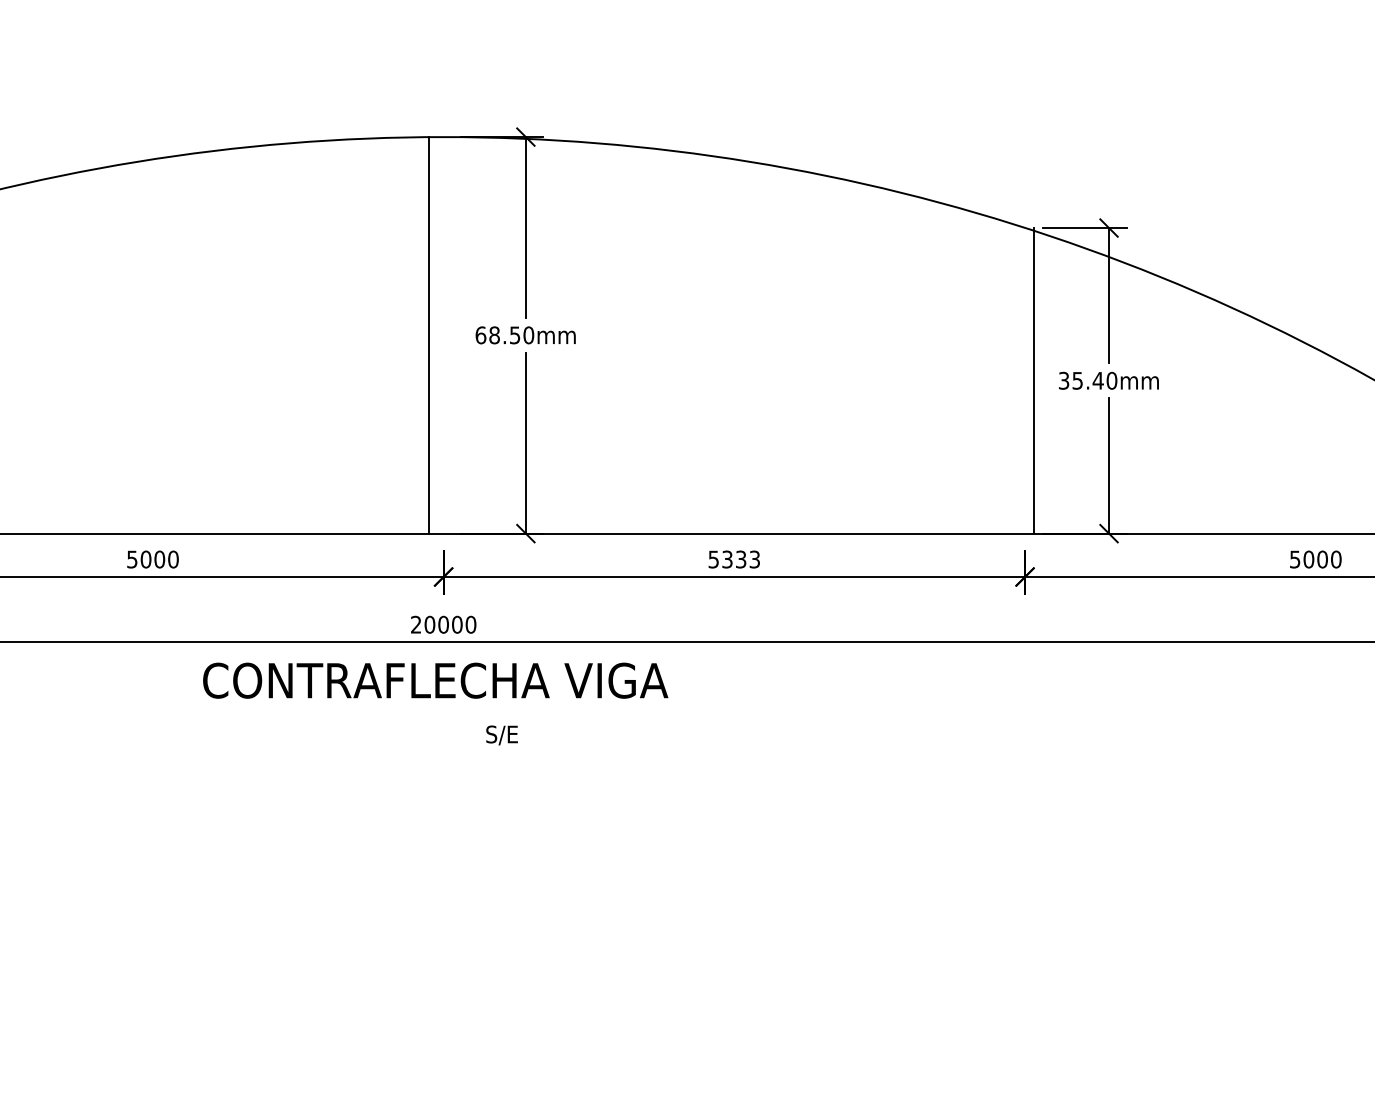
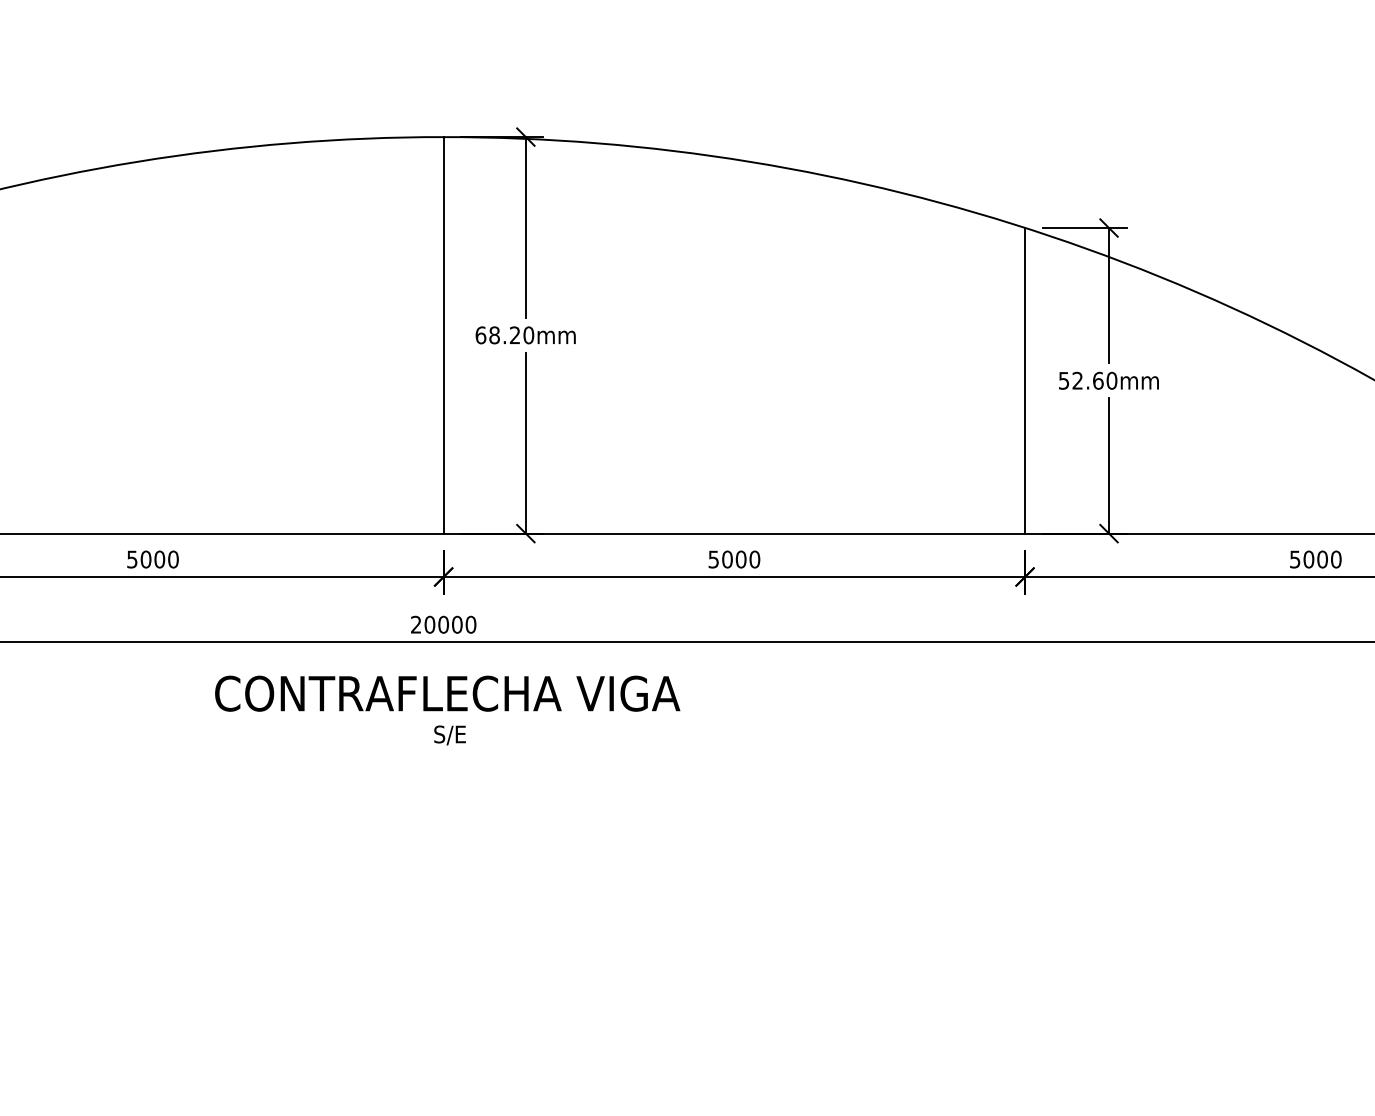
line at (428, 335) position: (428, 335) -> (443, 335)
text at (515, 335): 68.50mm -> 68.20mm
line at (1034, 380) position: (1034, 380) -> (1025, 380)
text at (1081, 380): 35.40mm -> 52.60mm
text at (741, 559): 5333 -> 5000
text at (435, 680) position: (435, 680) -> (447, 693)
text at (501, 735) position: (501, 735) -> (449, 735)
